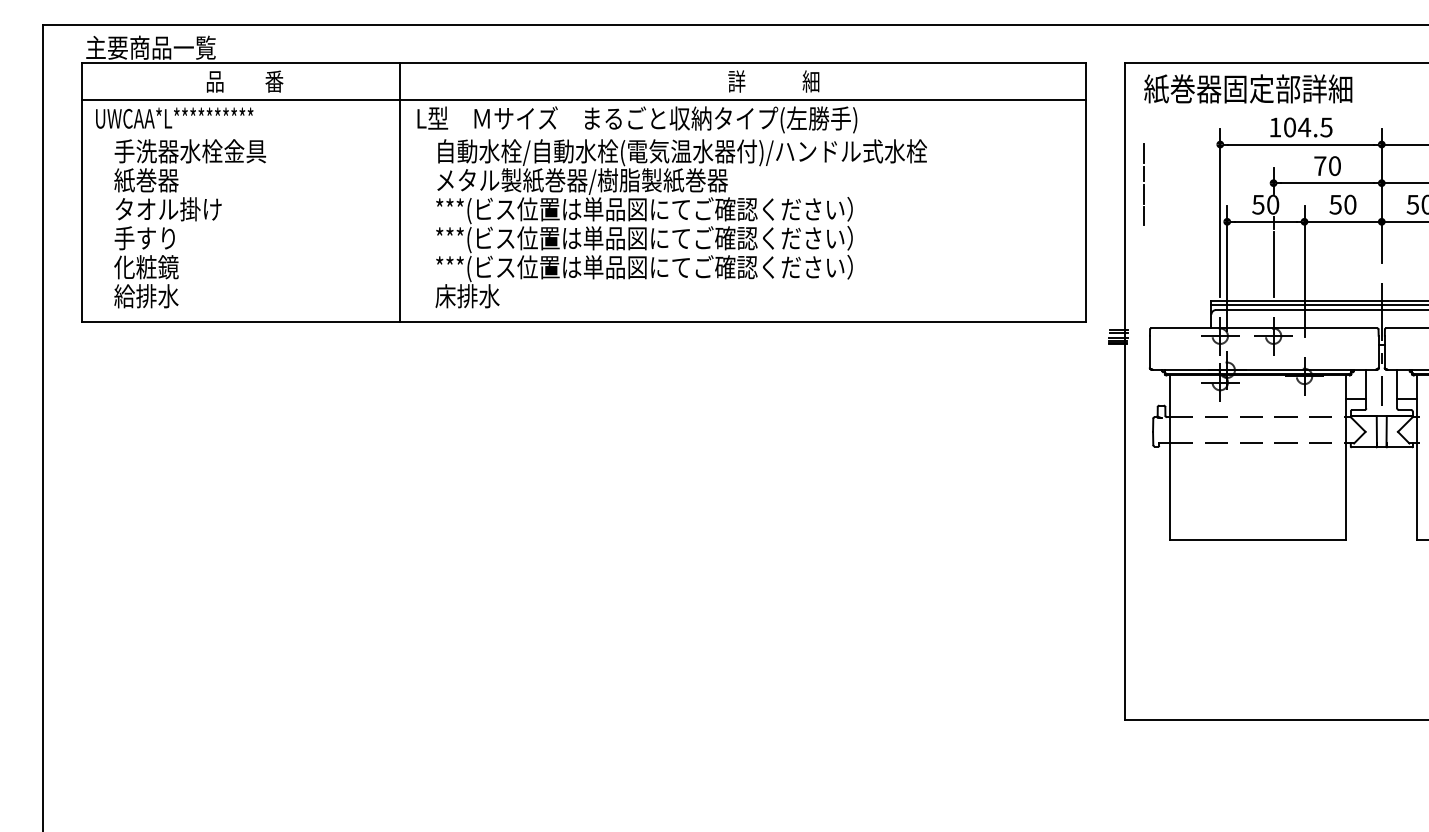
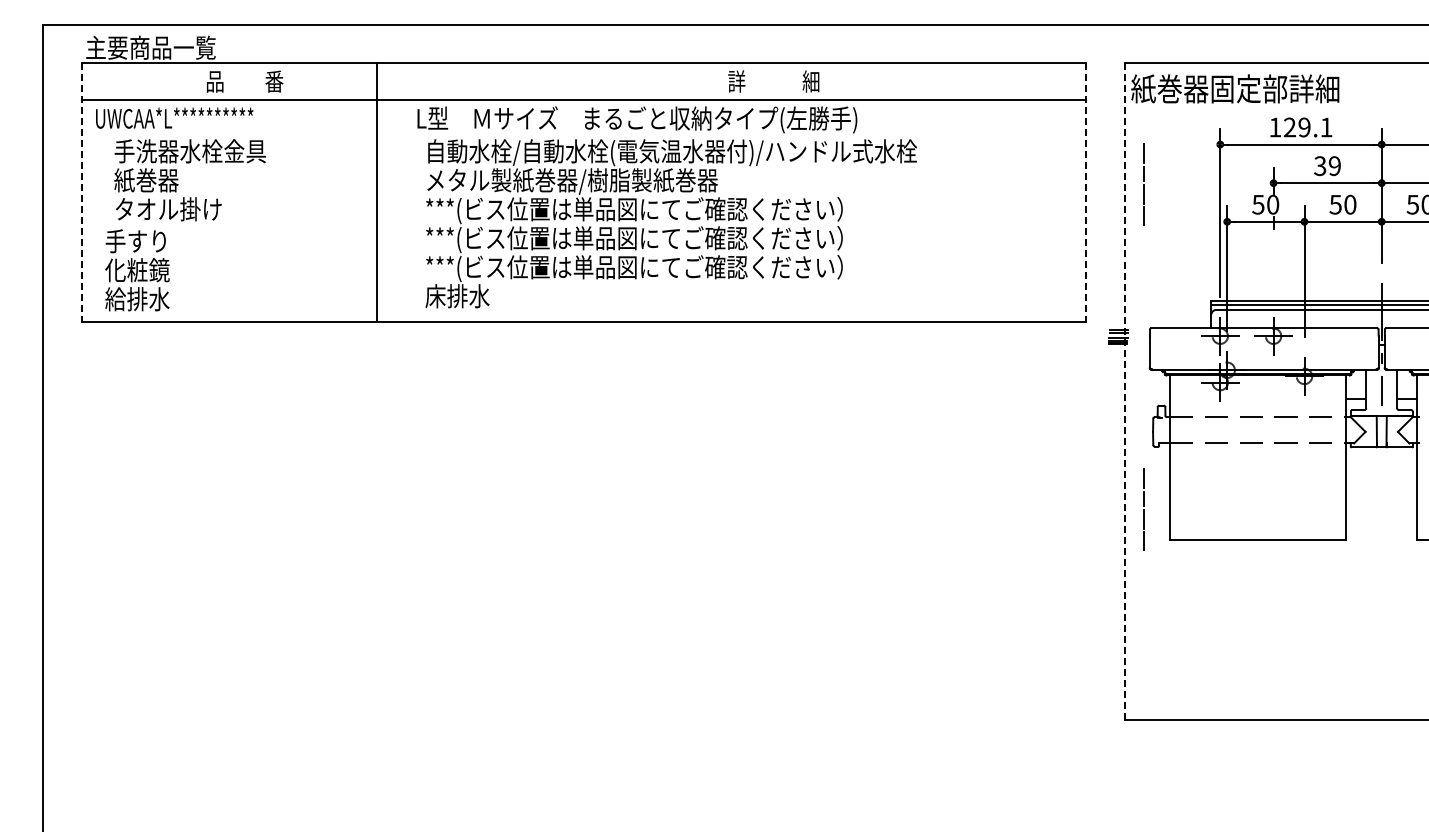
text at (1248, 88) position: (1248, 88) -> (1235, 88)
text at (1308, 127): 104.5 -> 129.1
text at (1327, 166): 70 -> 39
line at (81, 192): solid -> dashed
line at (400, 192) position: (400, 192) -> (377, 192)
line at (1086, 192): solid -> dashed
text at (680, 223) position: (680, 223) -> (670, 223)
line at (1273, 264): present -> none
text at (146, 267) position: (146, 267) -> (137, 270)
line at (1124, 392): solid -> dashed
line at (1143, 509): none -> present
